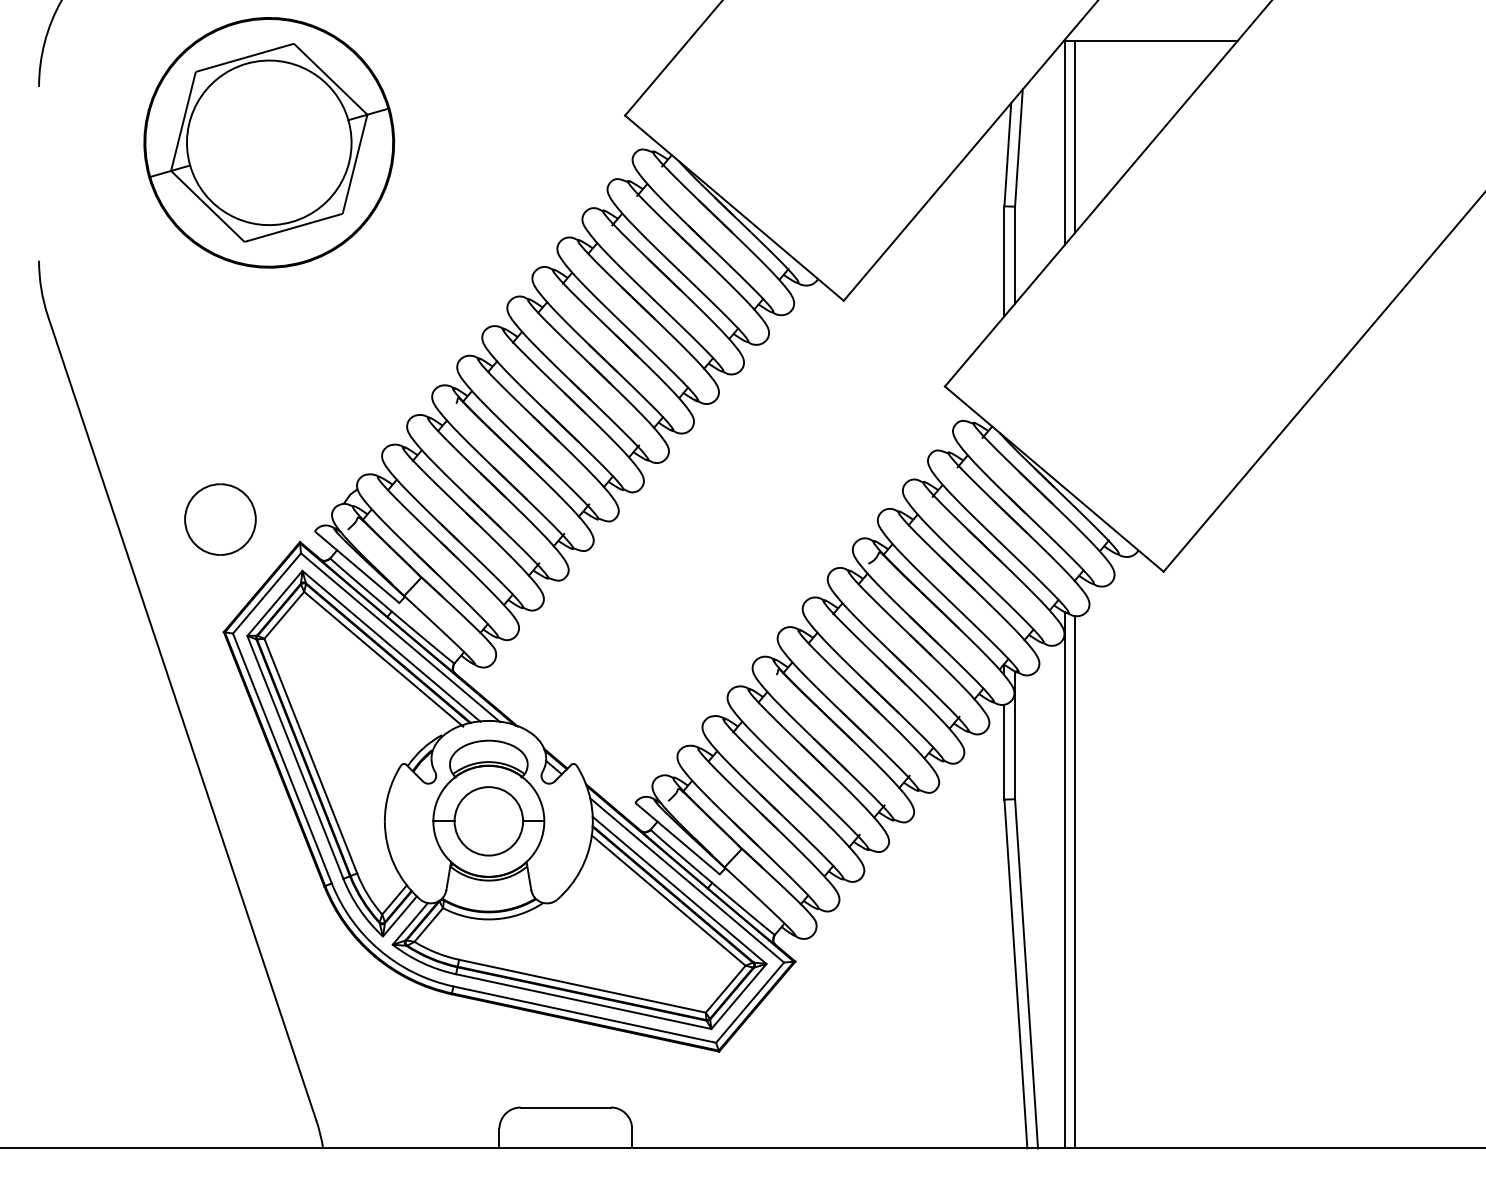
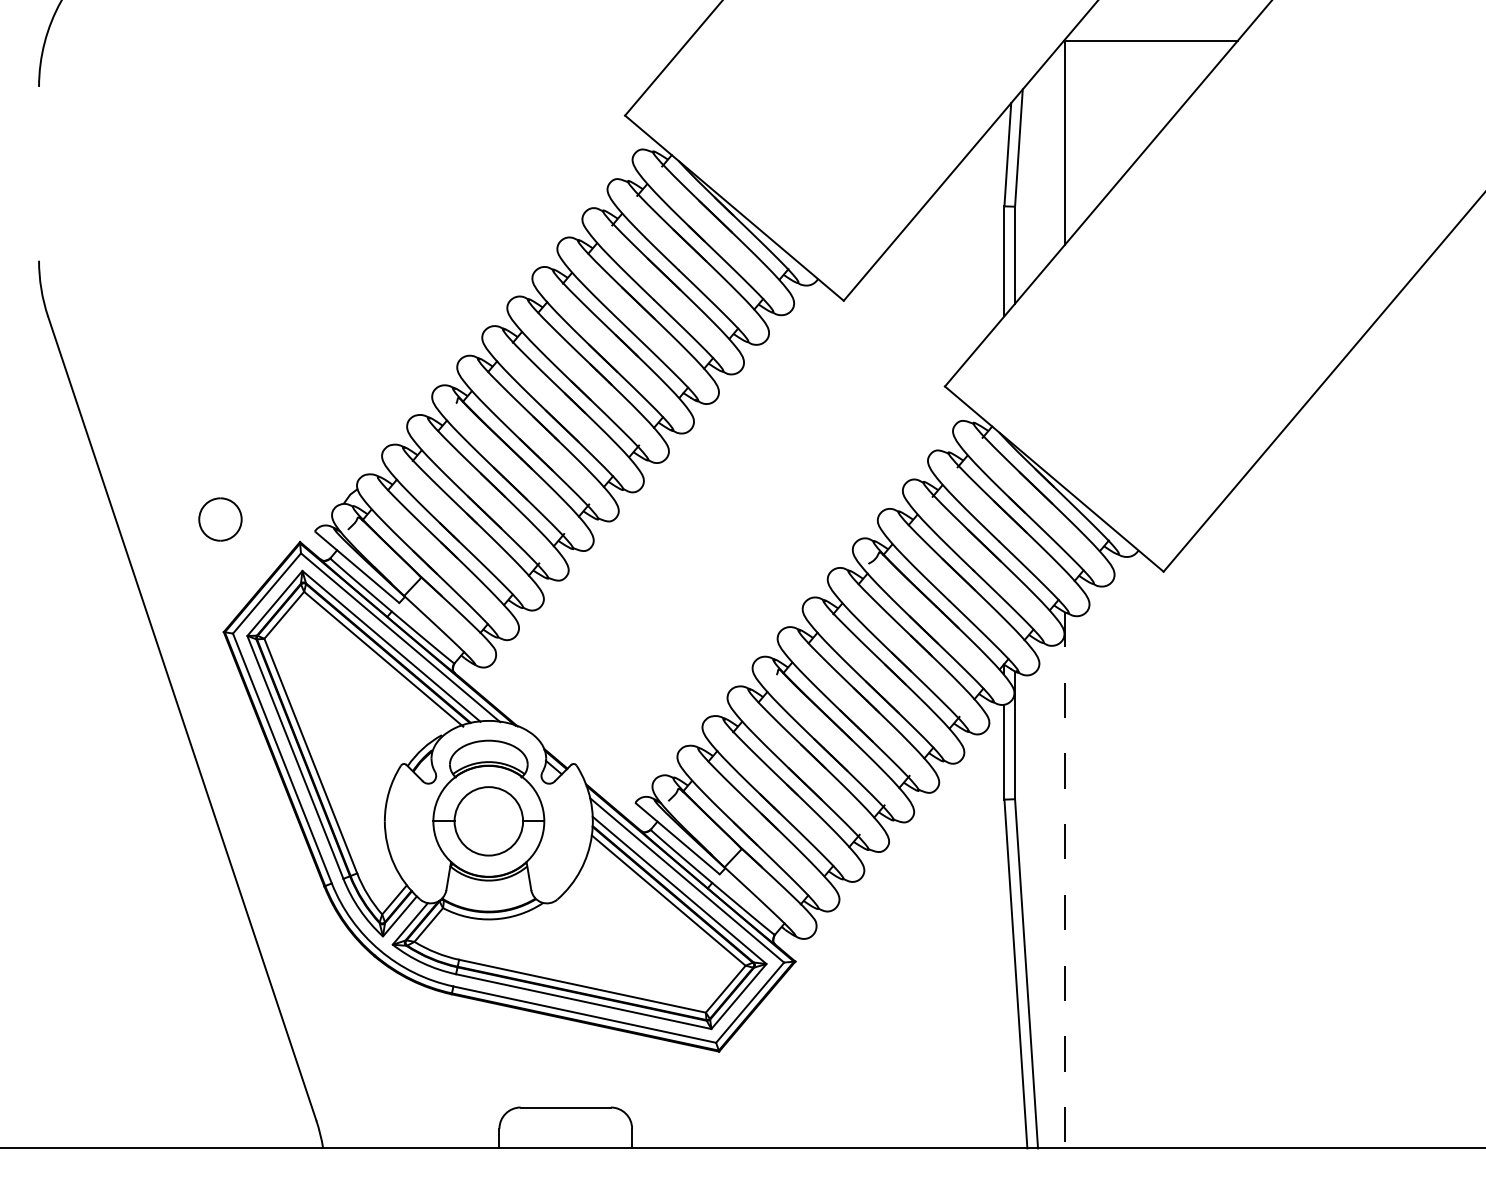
line at (1075, 136): present -> none
part at (269, 142): present -> none
part at (220, 519) size: 73x73 px -> 45x45 px
line at (1064, 880): solid -> dashed
line at (1075, 881): present -> none
